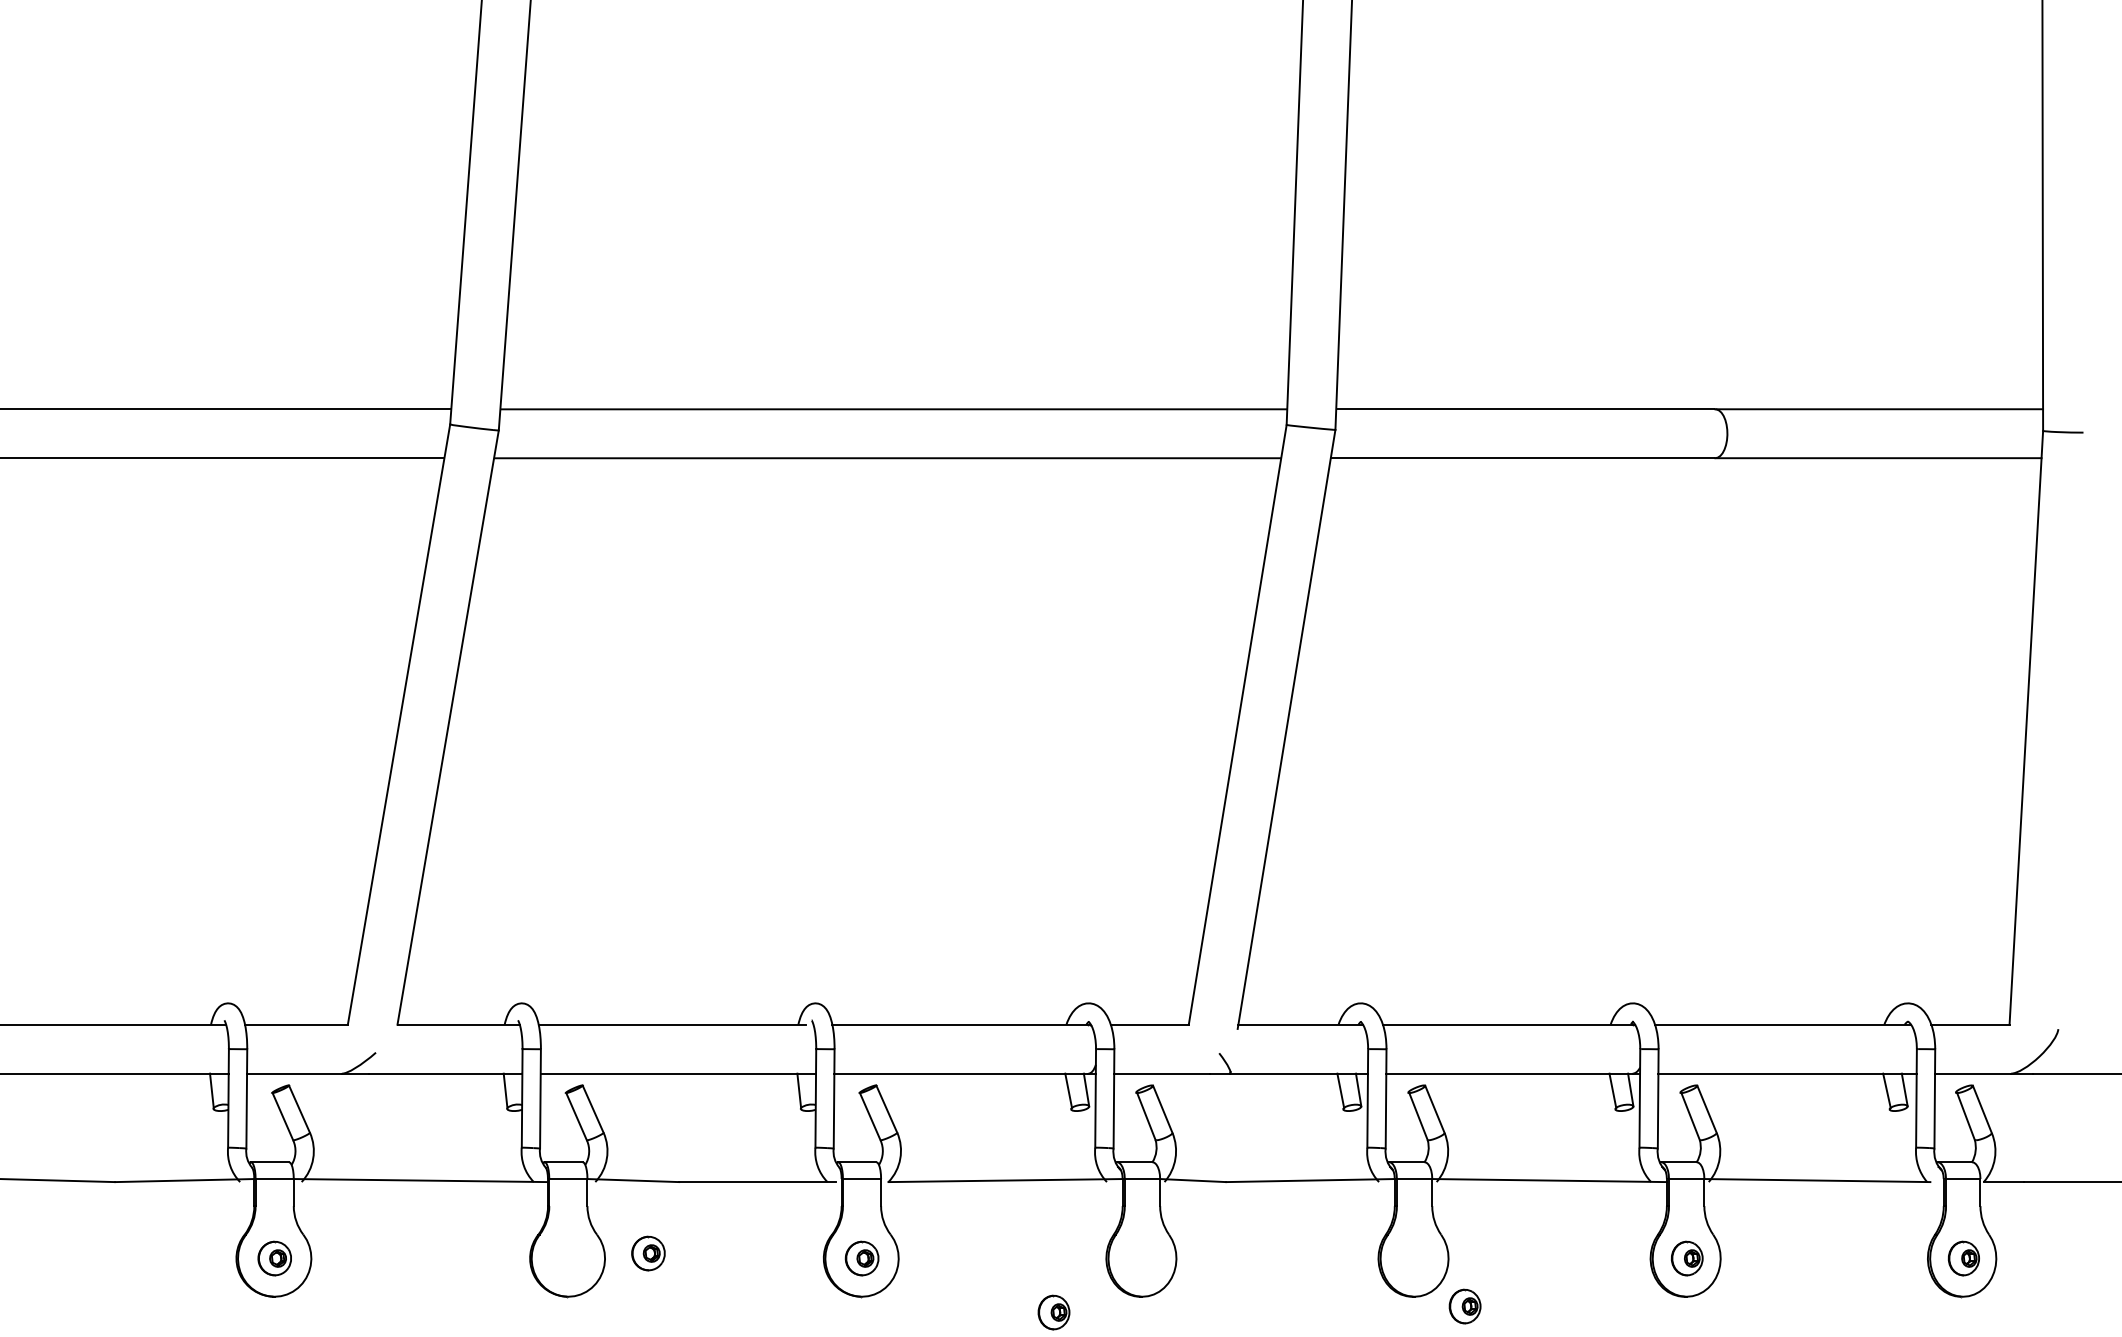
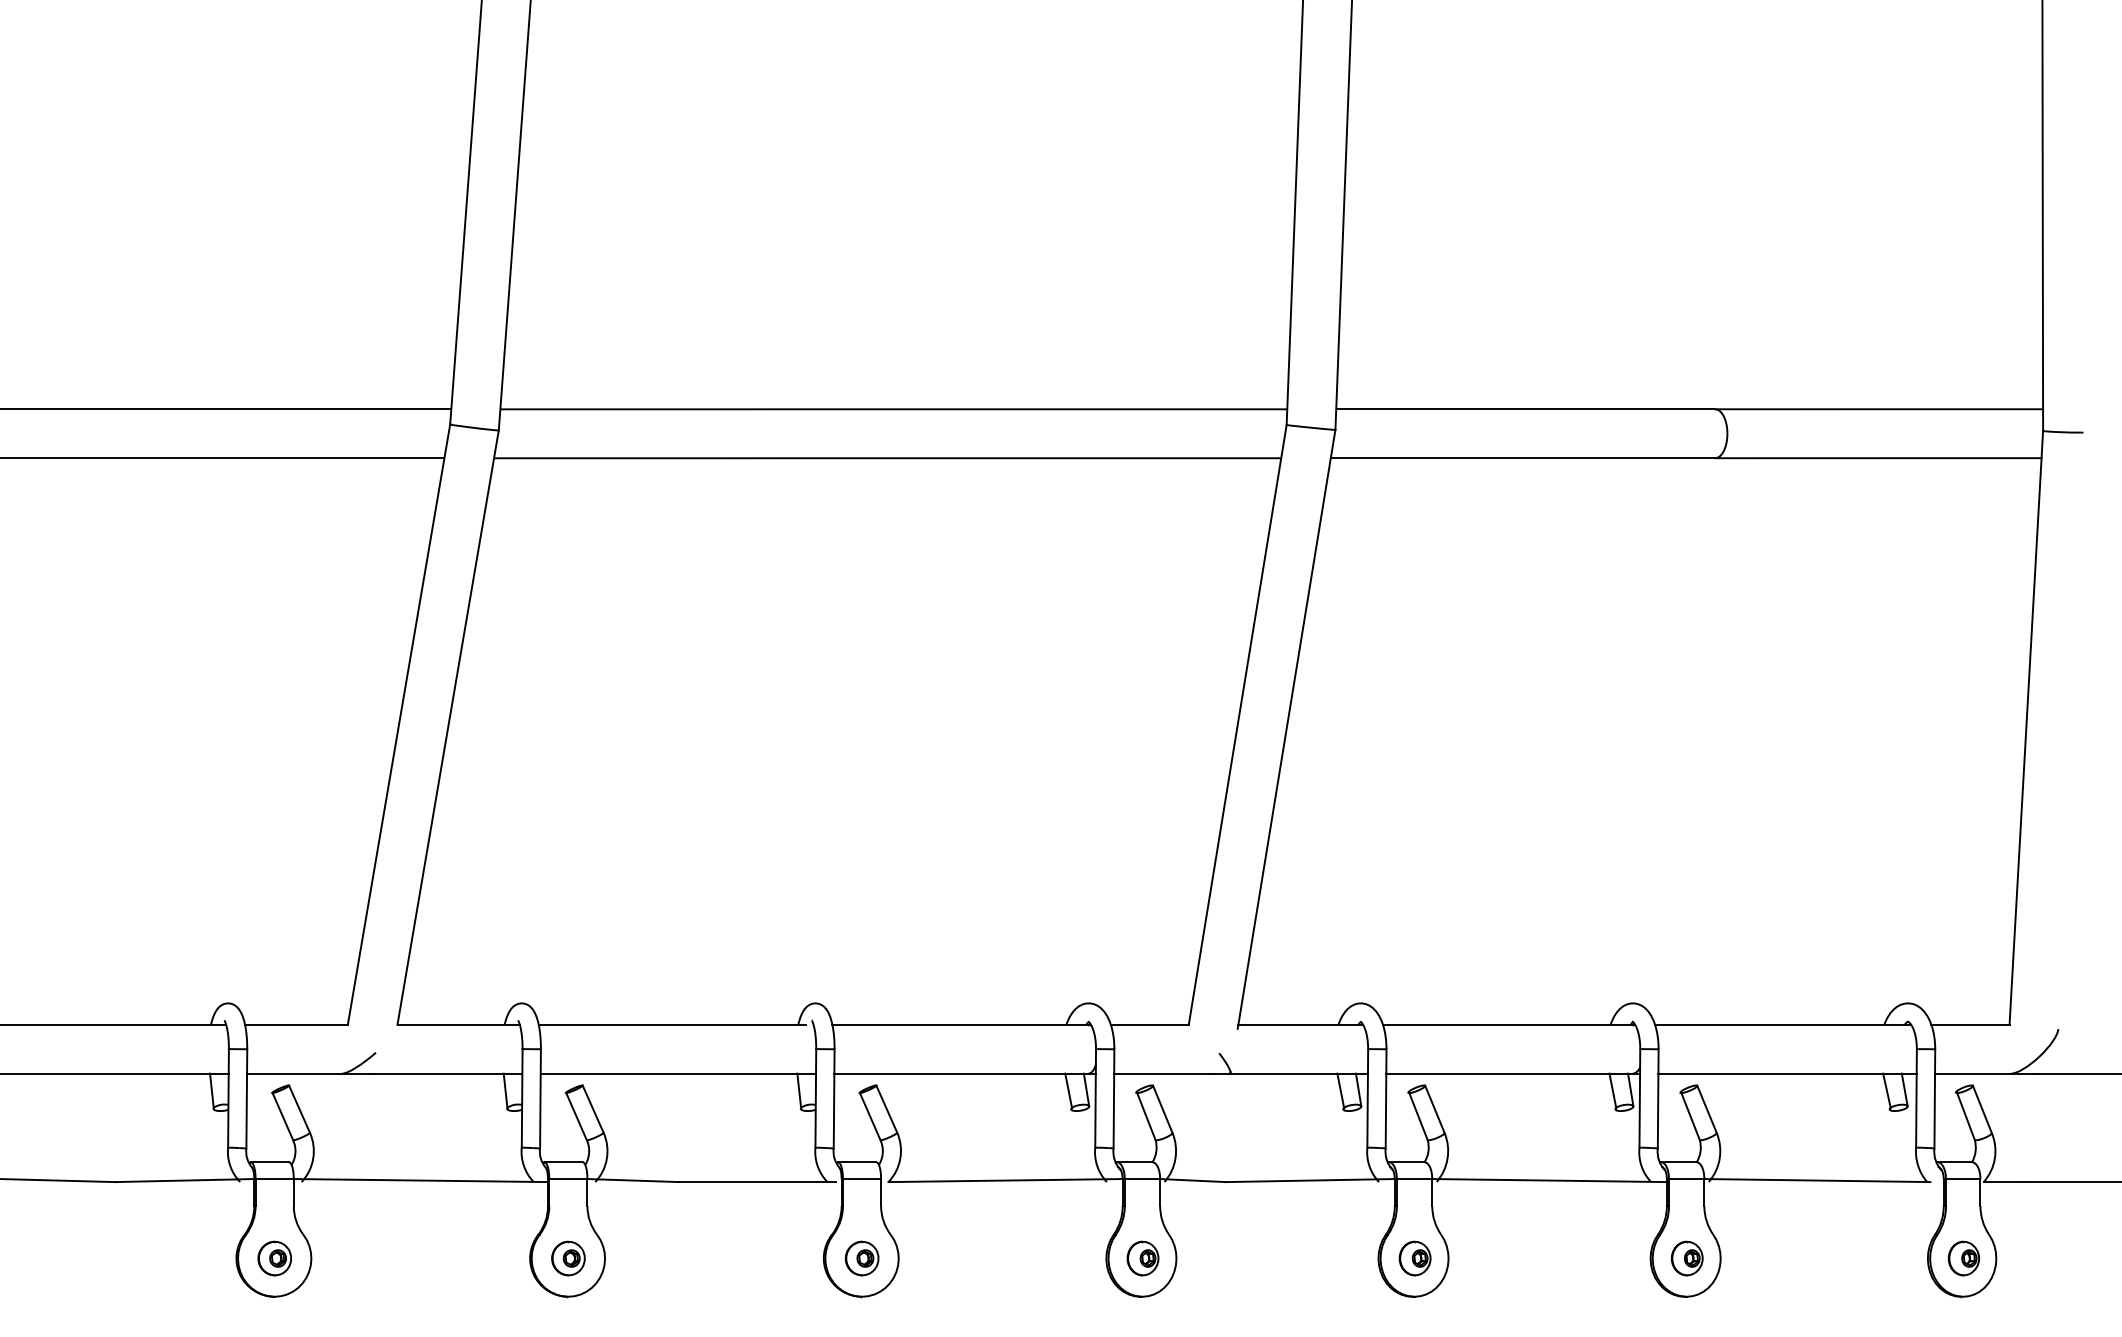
part at (648, 1253) position: (648, 1253) -> (568, 1258)
part at (1464, 1306) position: (1464, 1306) -> (1414, 1258)
part at (1053, 1312) position: (1053, 1312) -> (1142, 1258)
